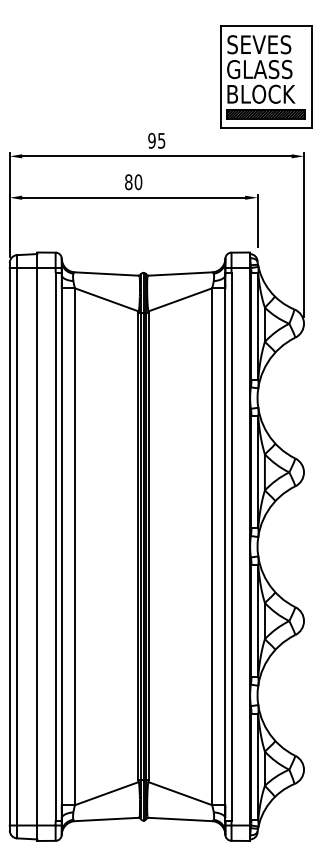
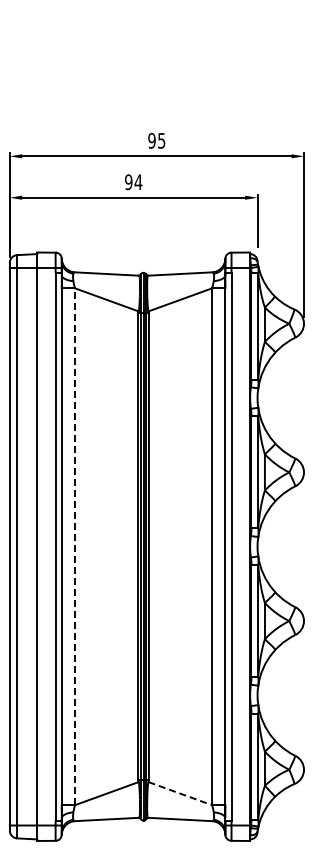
part at (266, 76): present -> none
text at (133, 182): 80 -> 94
line at (75, 546): solid -> dashed
line at (180, 793): solid -> dashed
